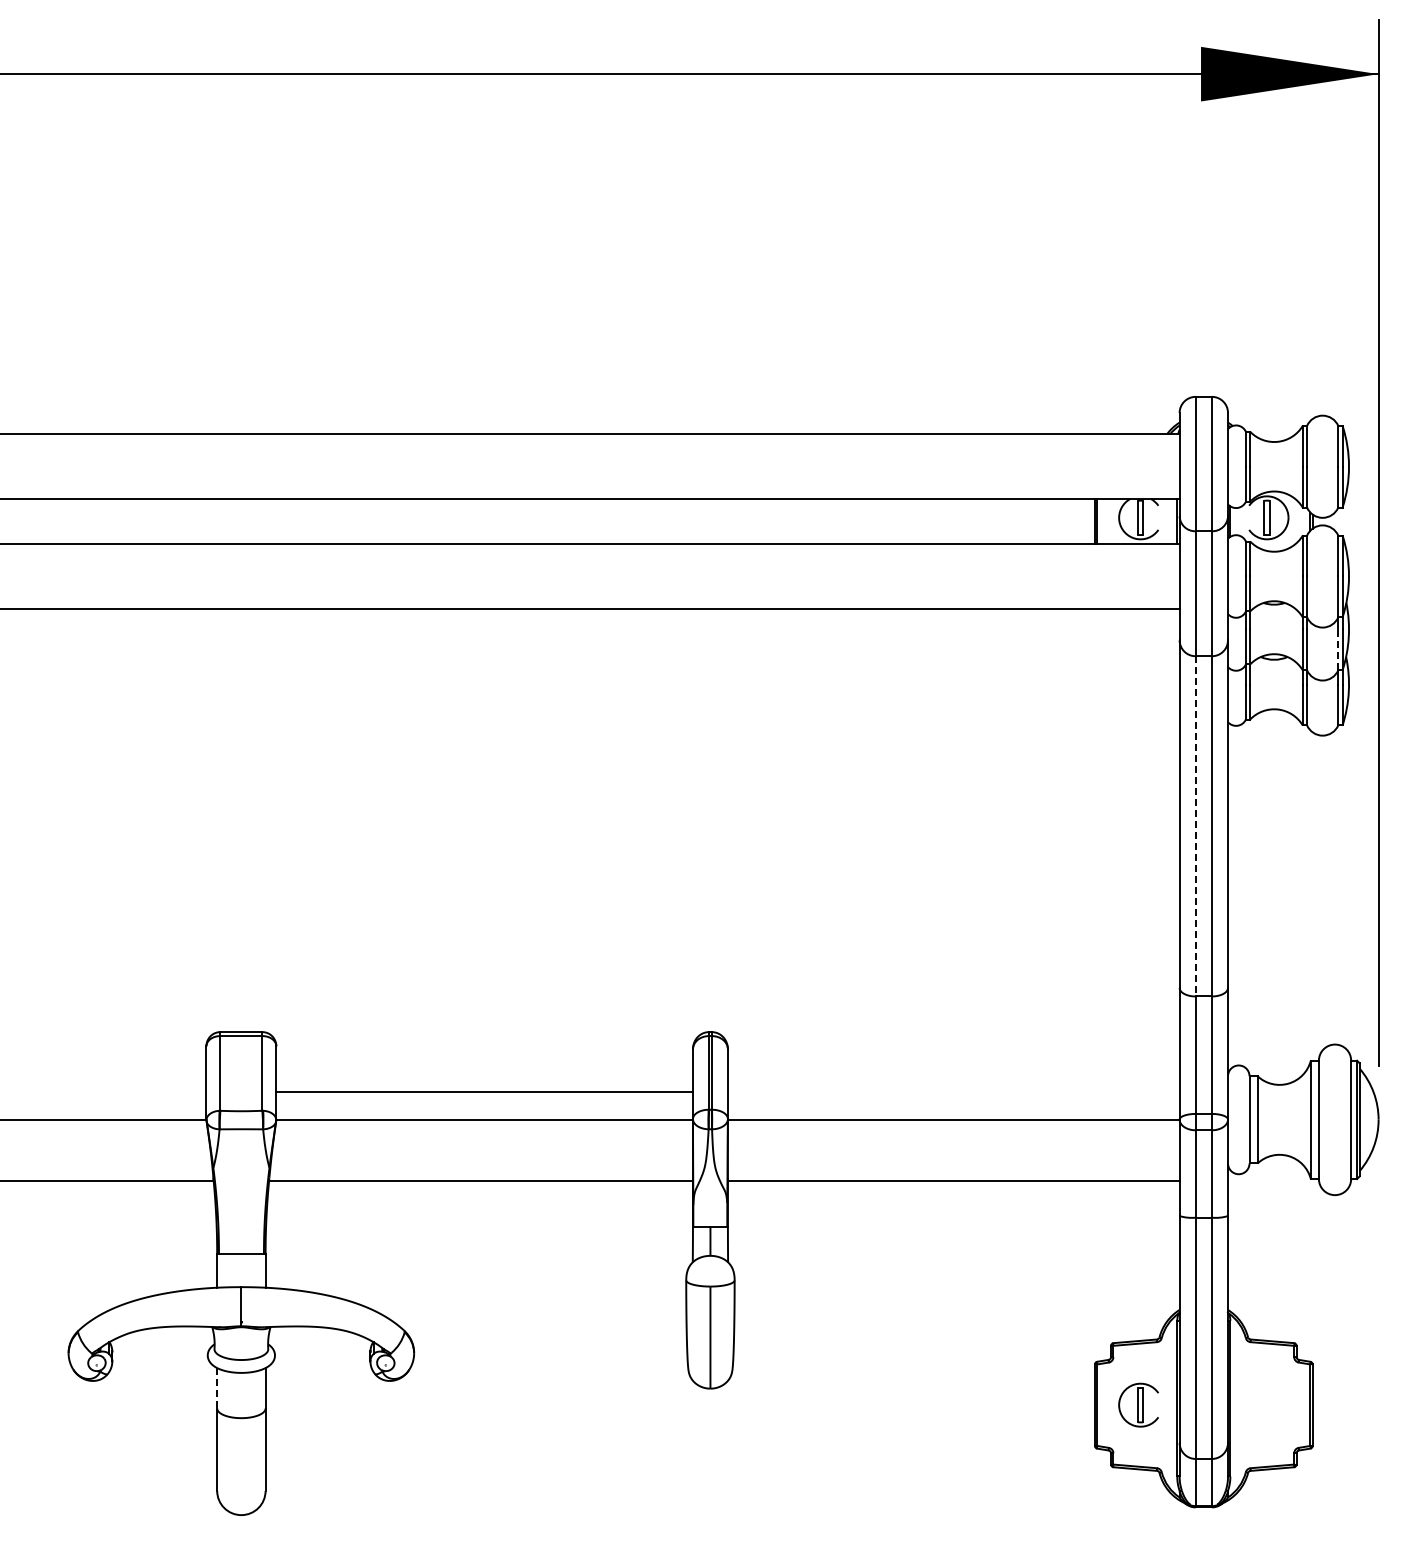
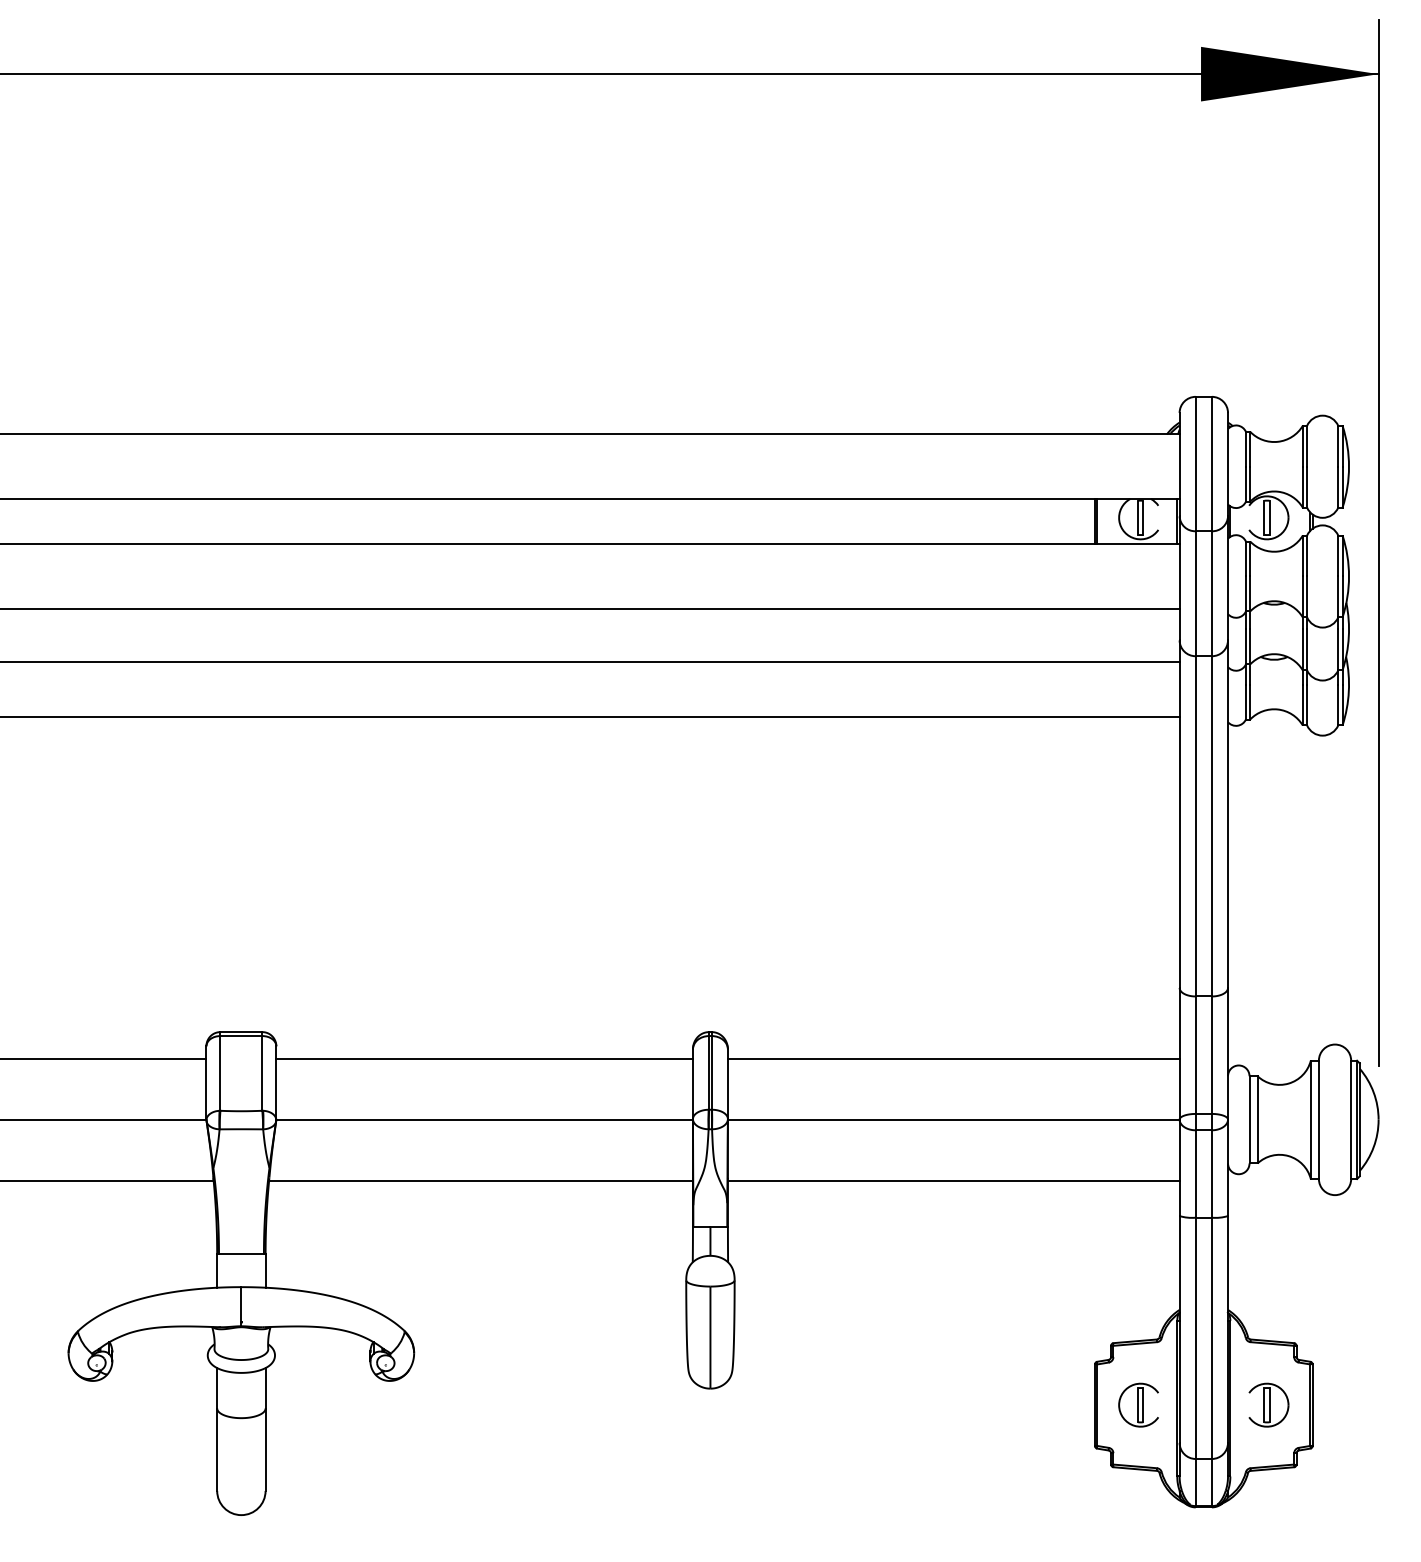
line at (1338, 649): dashed -> solid
line at (590, 661): none -> present
line at (590, 716): none -> present
line at (1195, 826): dashed -> solid
line at (104, 1059): none -> present
line at (953, 1059): none -> present
line at (484, 1092) position: (484, 1092) -> (484, 1059)
line at (217, 1388): dashed -> solid
part at (1268, 1404): none -> present
